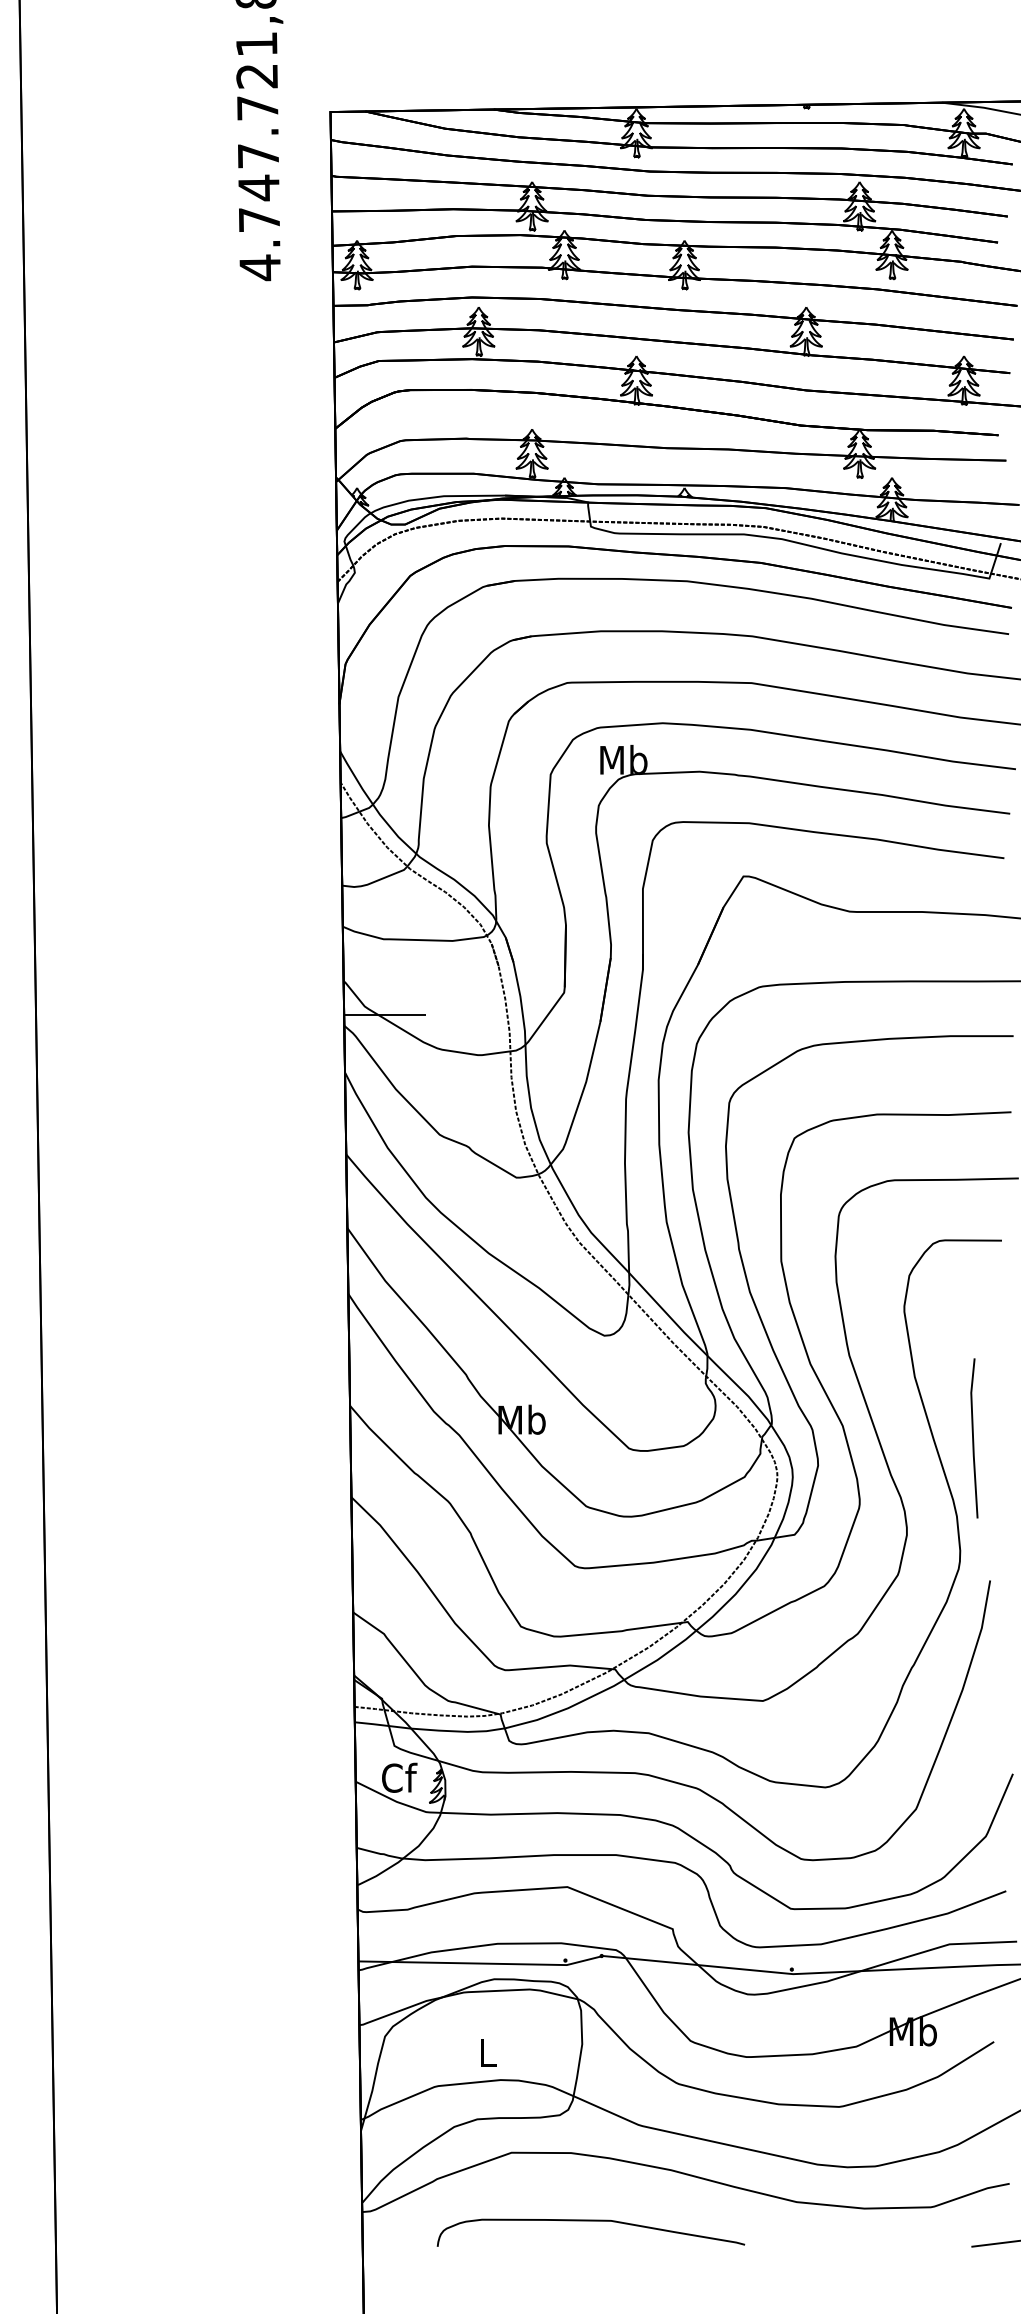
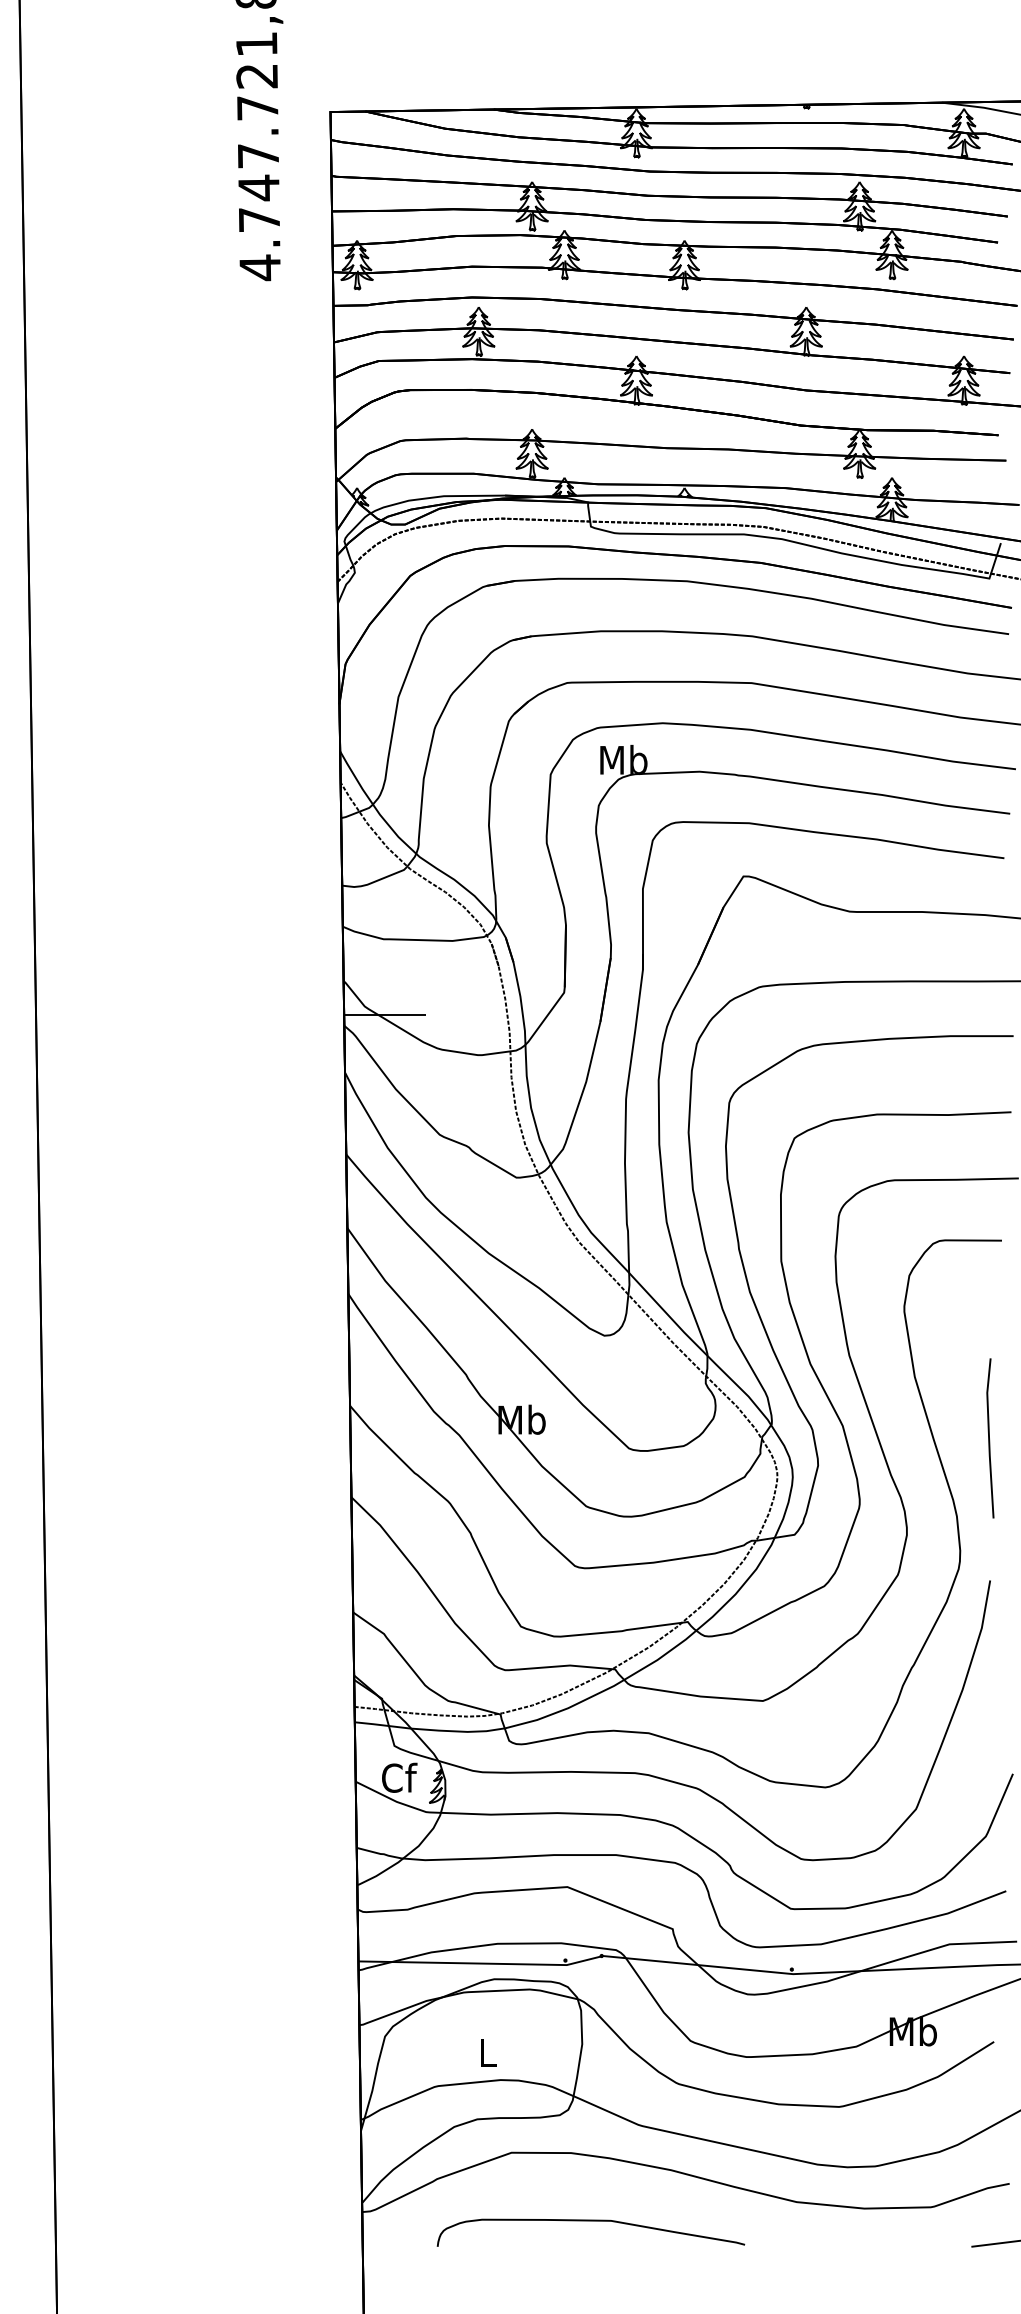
line at (973, 1438) position: (973, 1438) -> (989, 1438)
